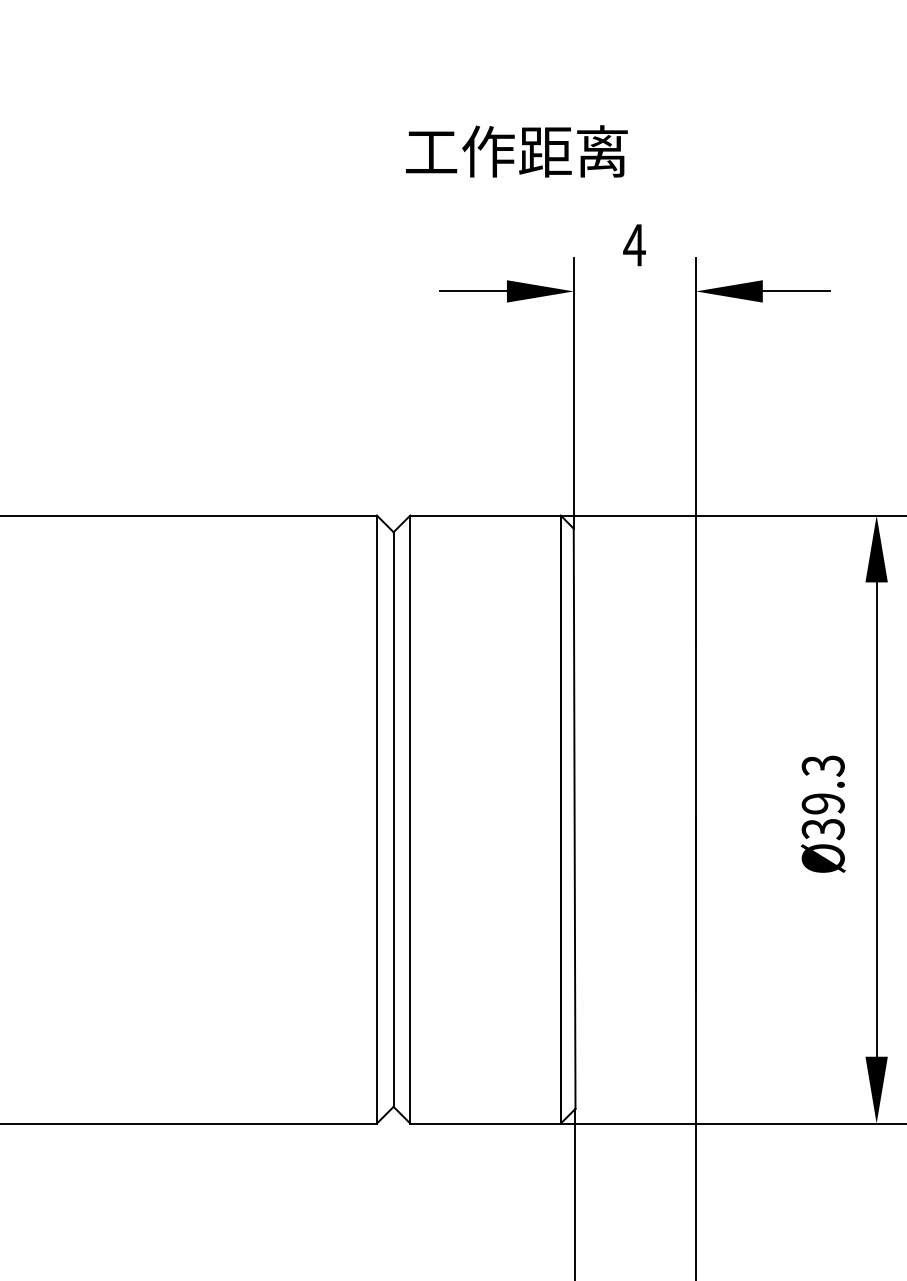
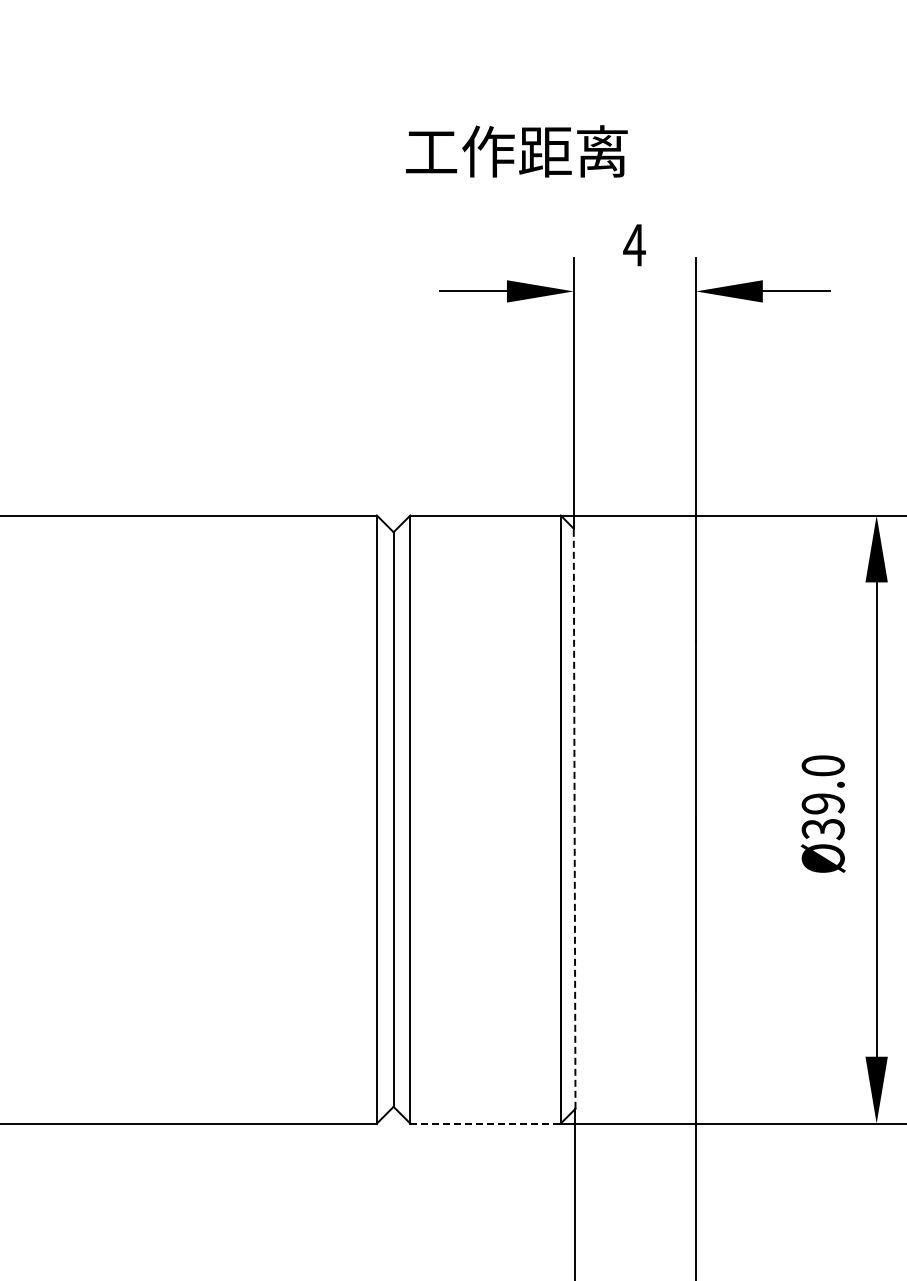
text at (822, 765): Ø39.3 -> Ø39.0
line at (574, 818): solid -> dashed
line at (486, 1123): solid -> dashed
